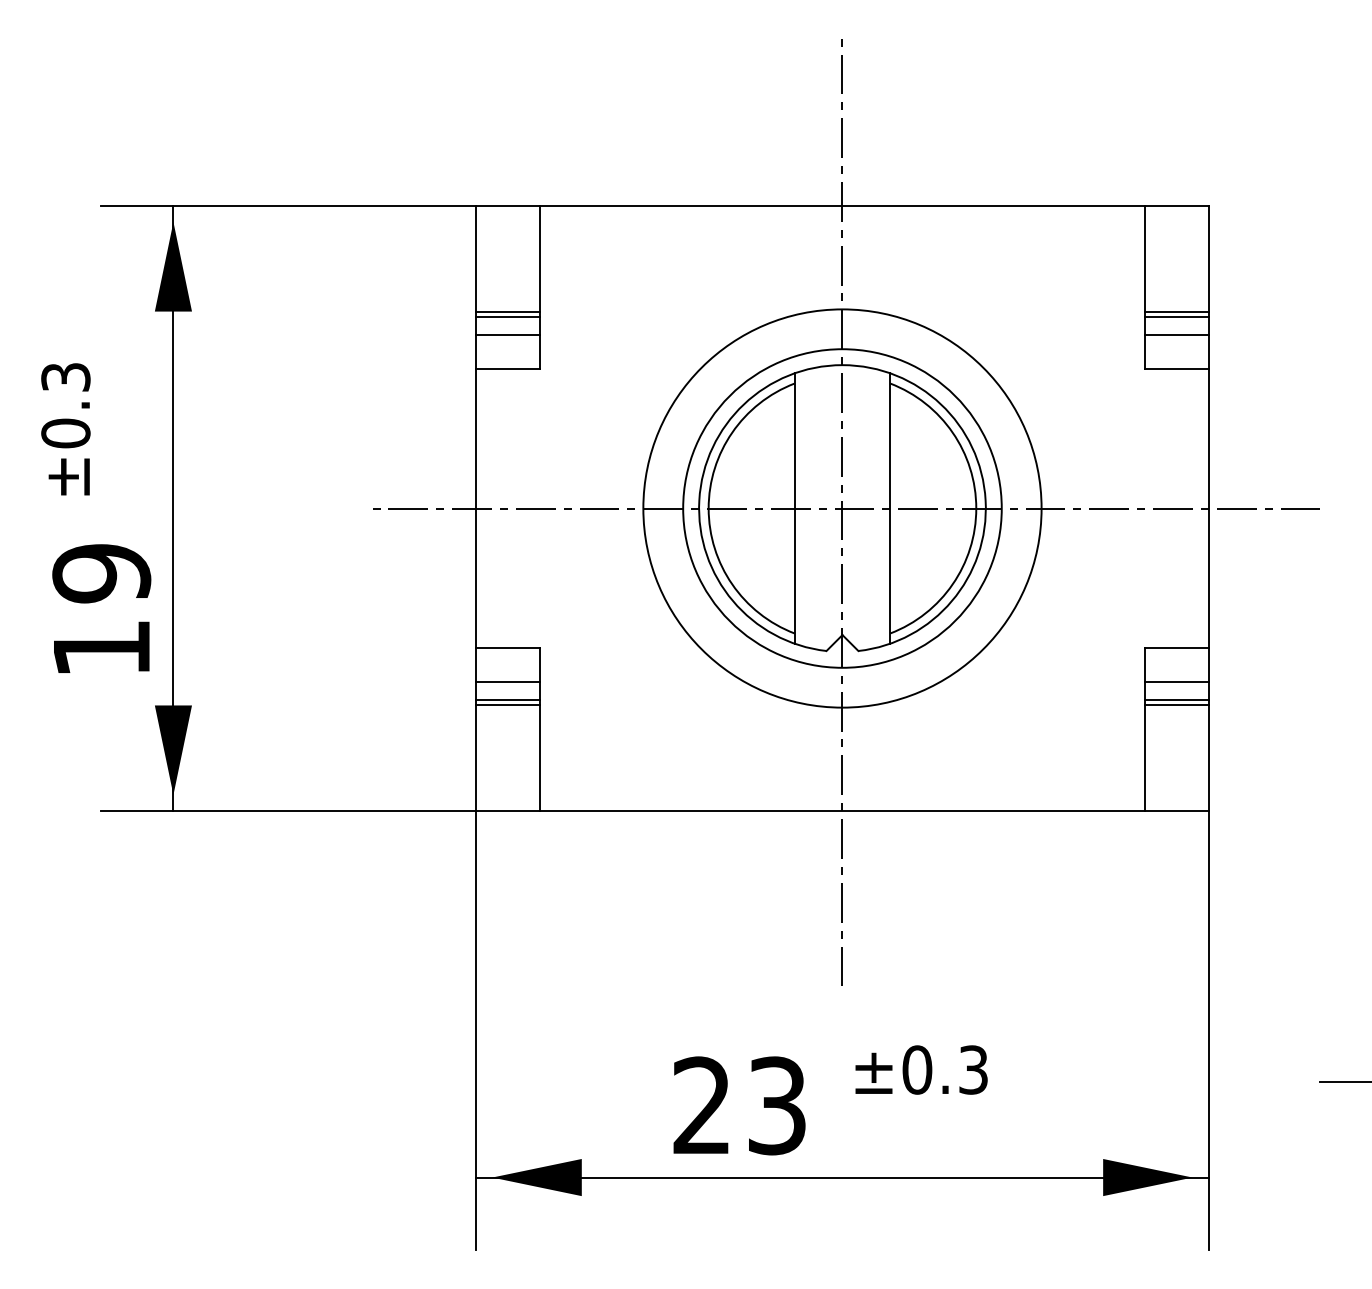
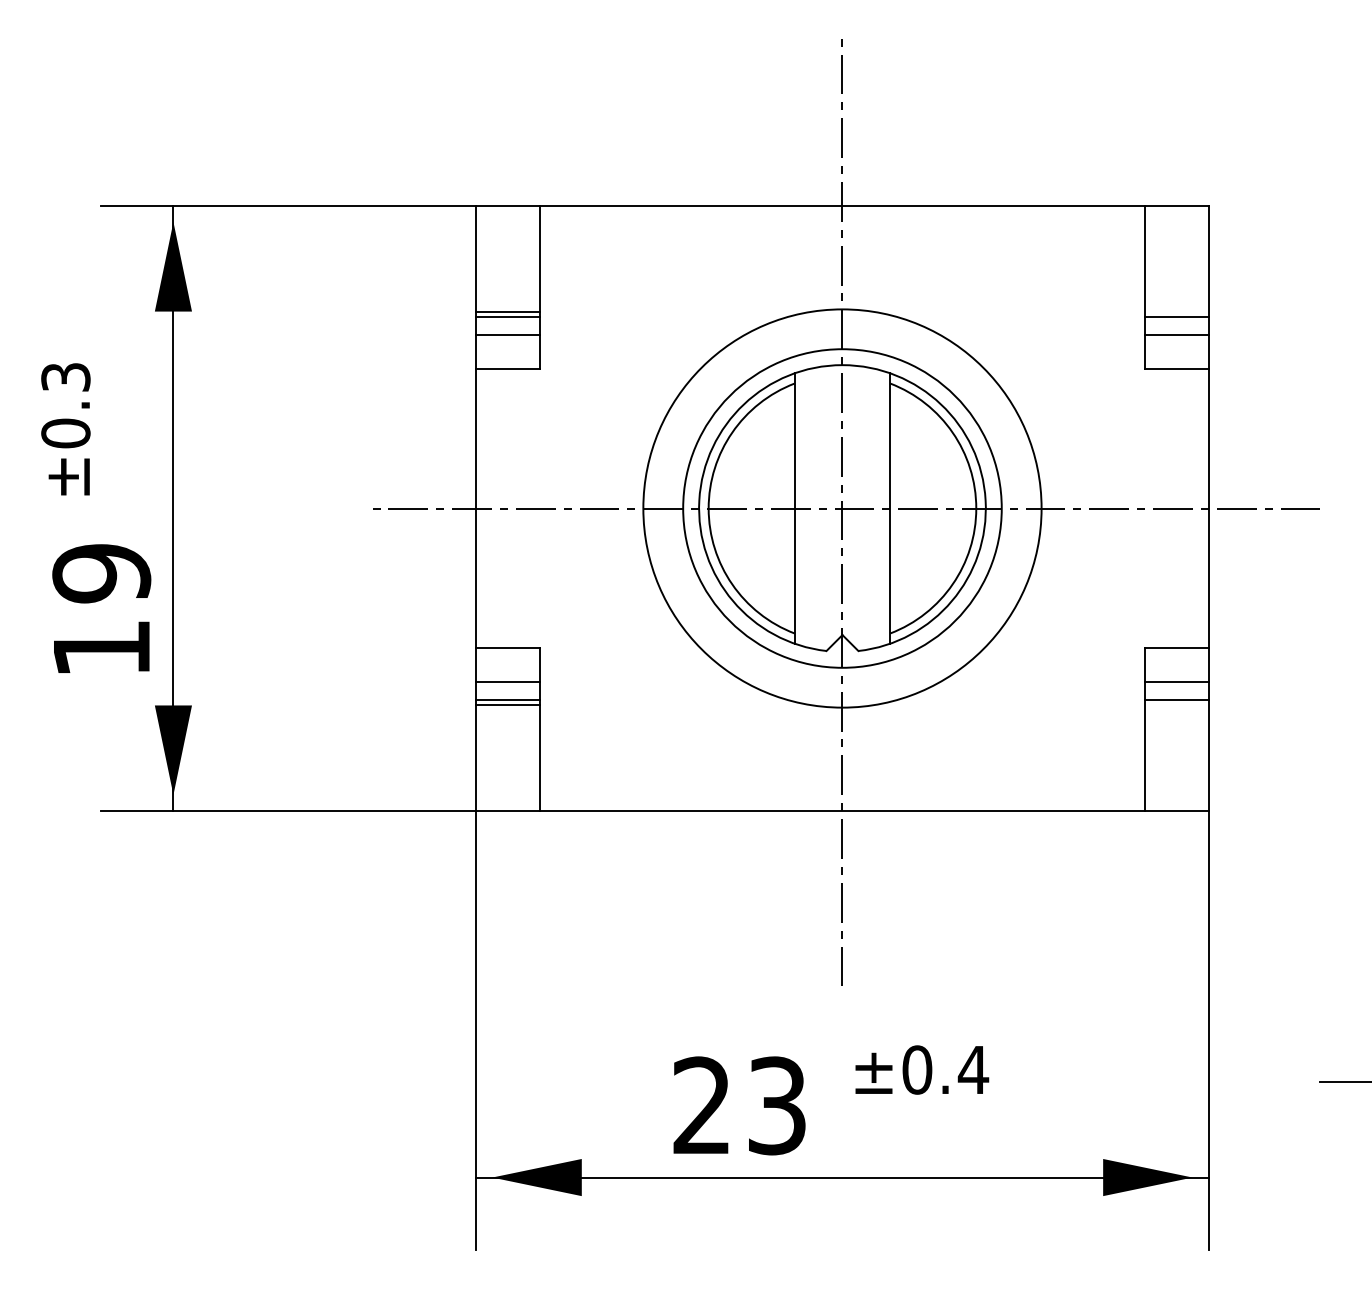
line at (1176, 311): present -> none
line at (1176, 705): present -> none
text at (973, 1069): ±0.3 -> ±0.4
